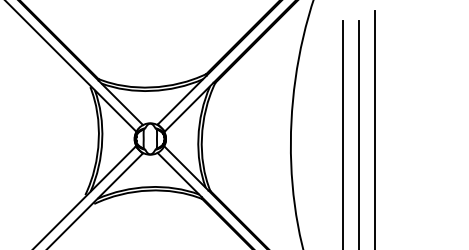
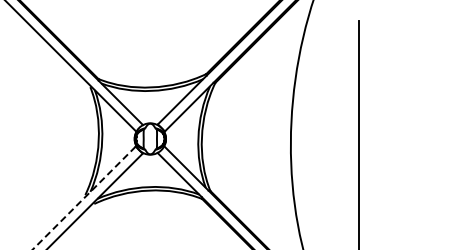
line at (374, 128): present -> none
line at (343, 133): present -> none
line at (84, 198): solid -> dashed
